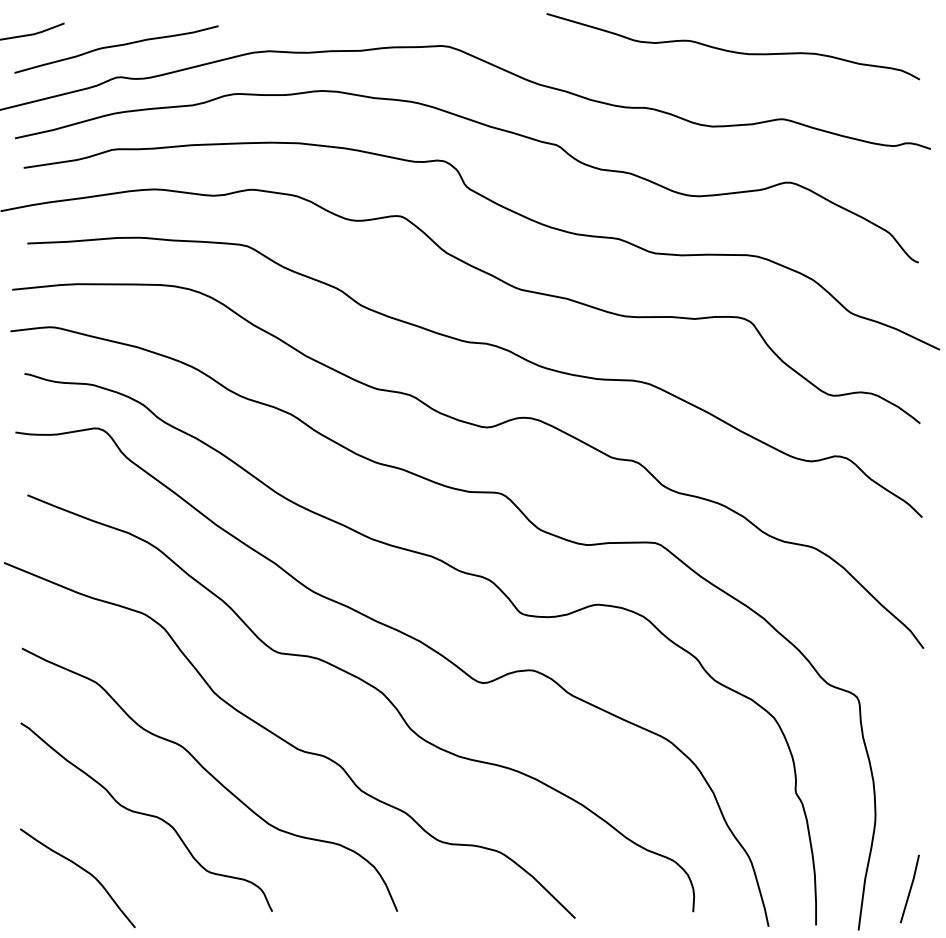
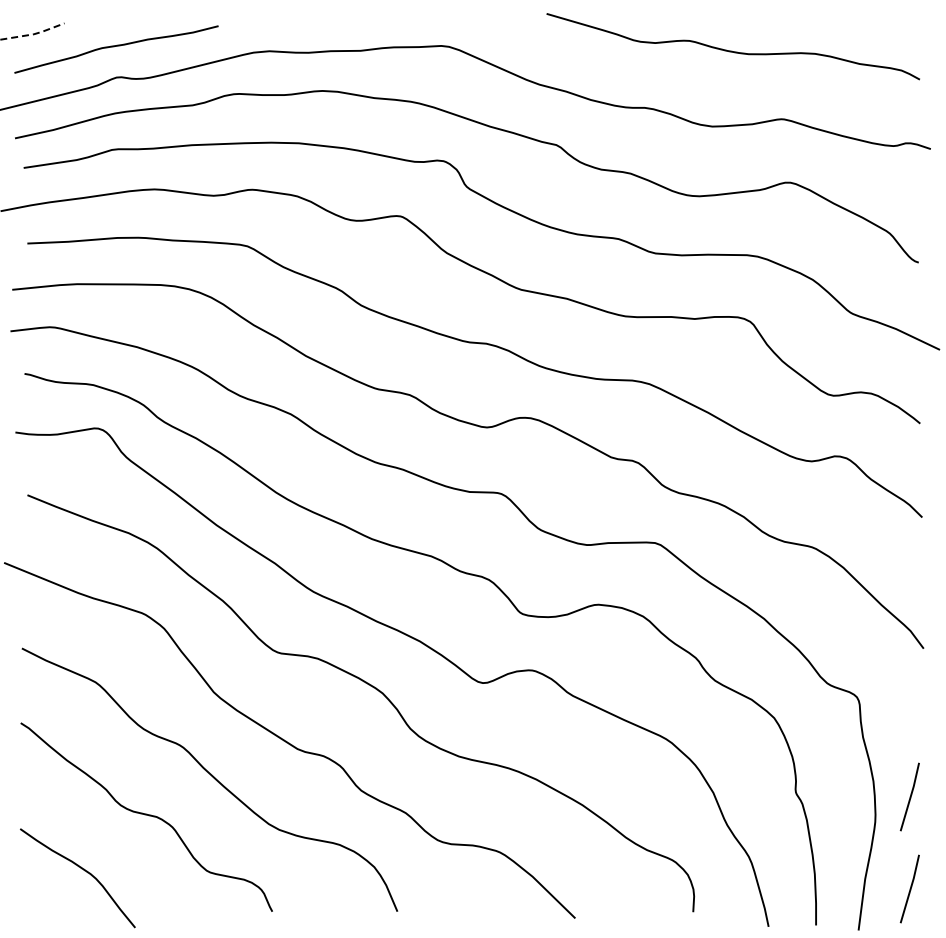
line at (33, 34): solid -> dashed
line at (909, 796): none -> present
